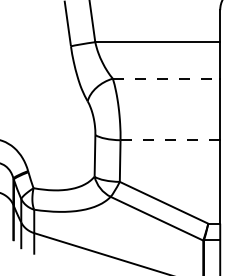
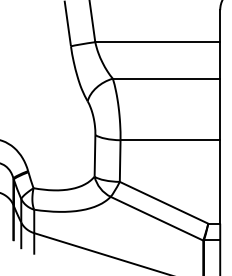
line at (166, 78): dashed -> solid
line at (170, 140): dashed -> solid
